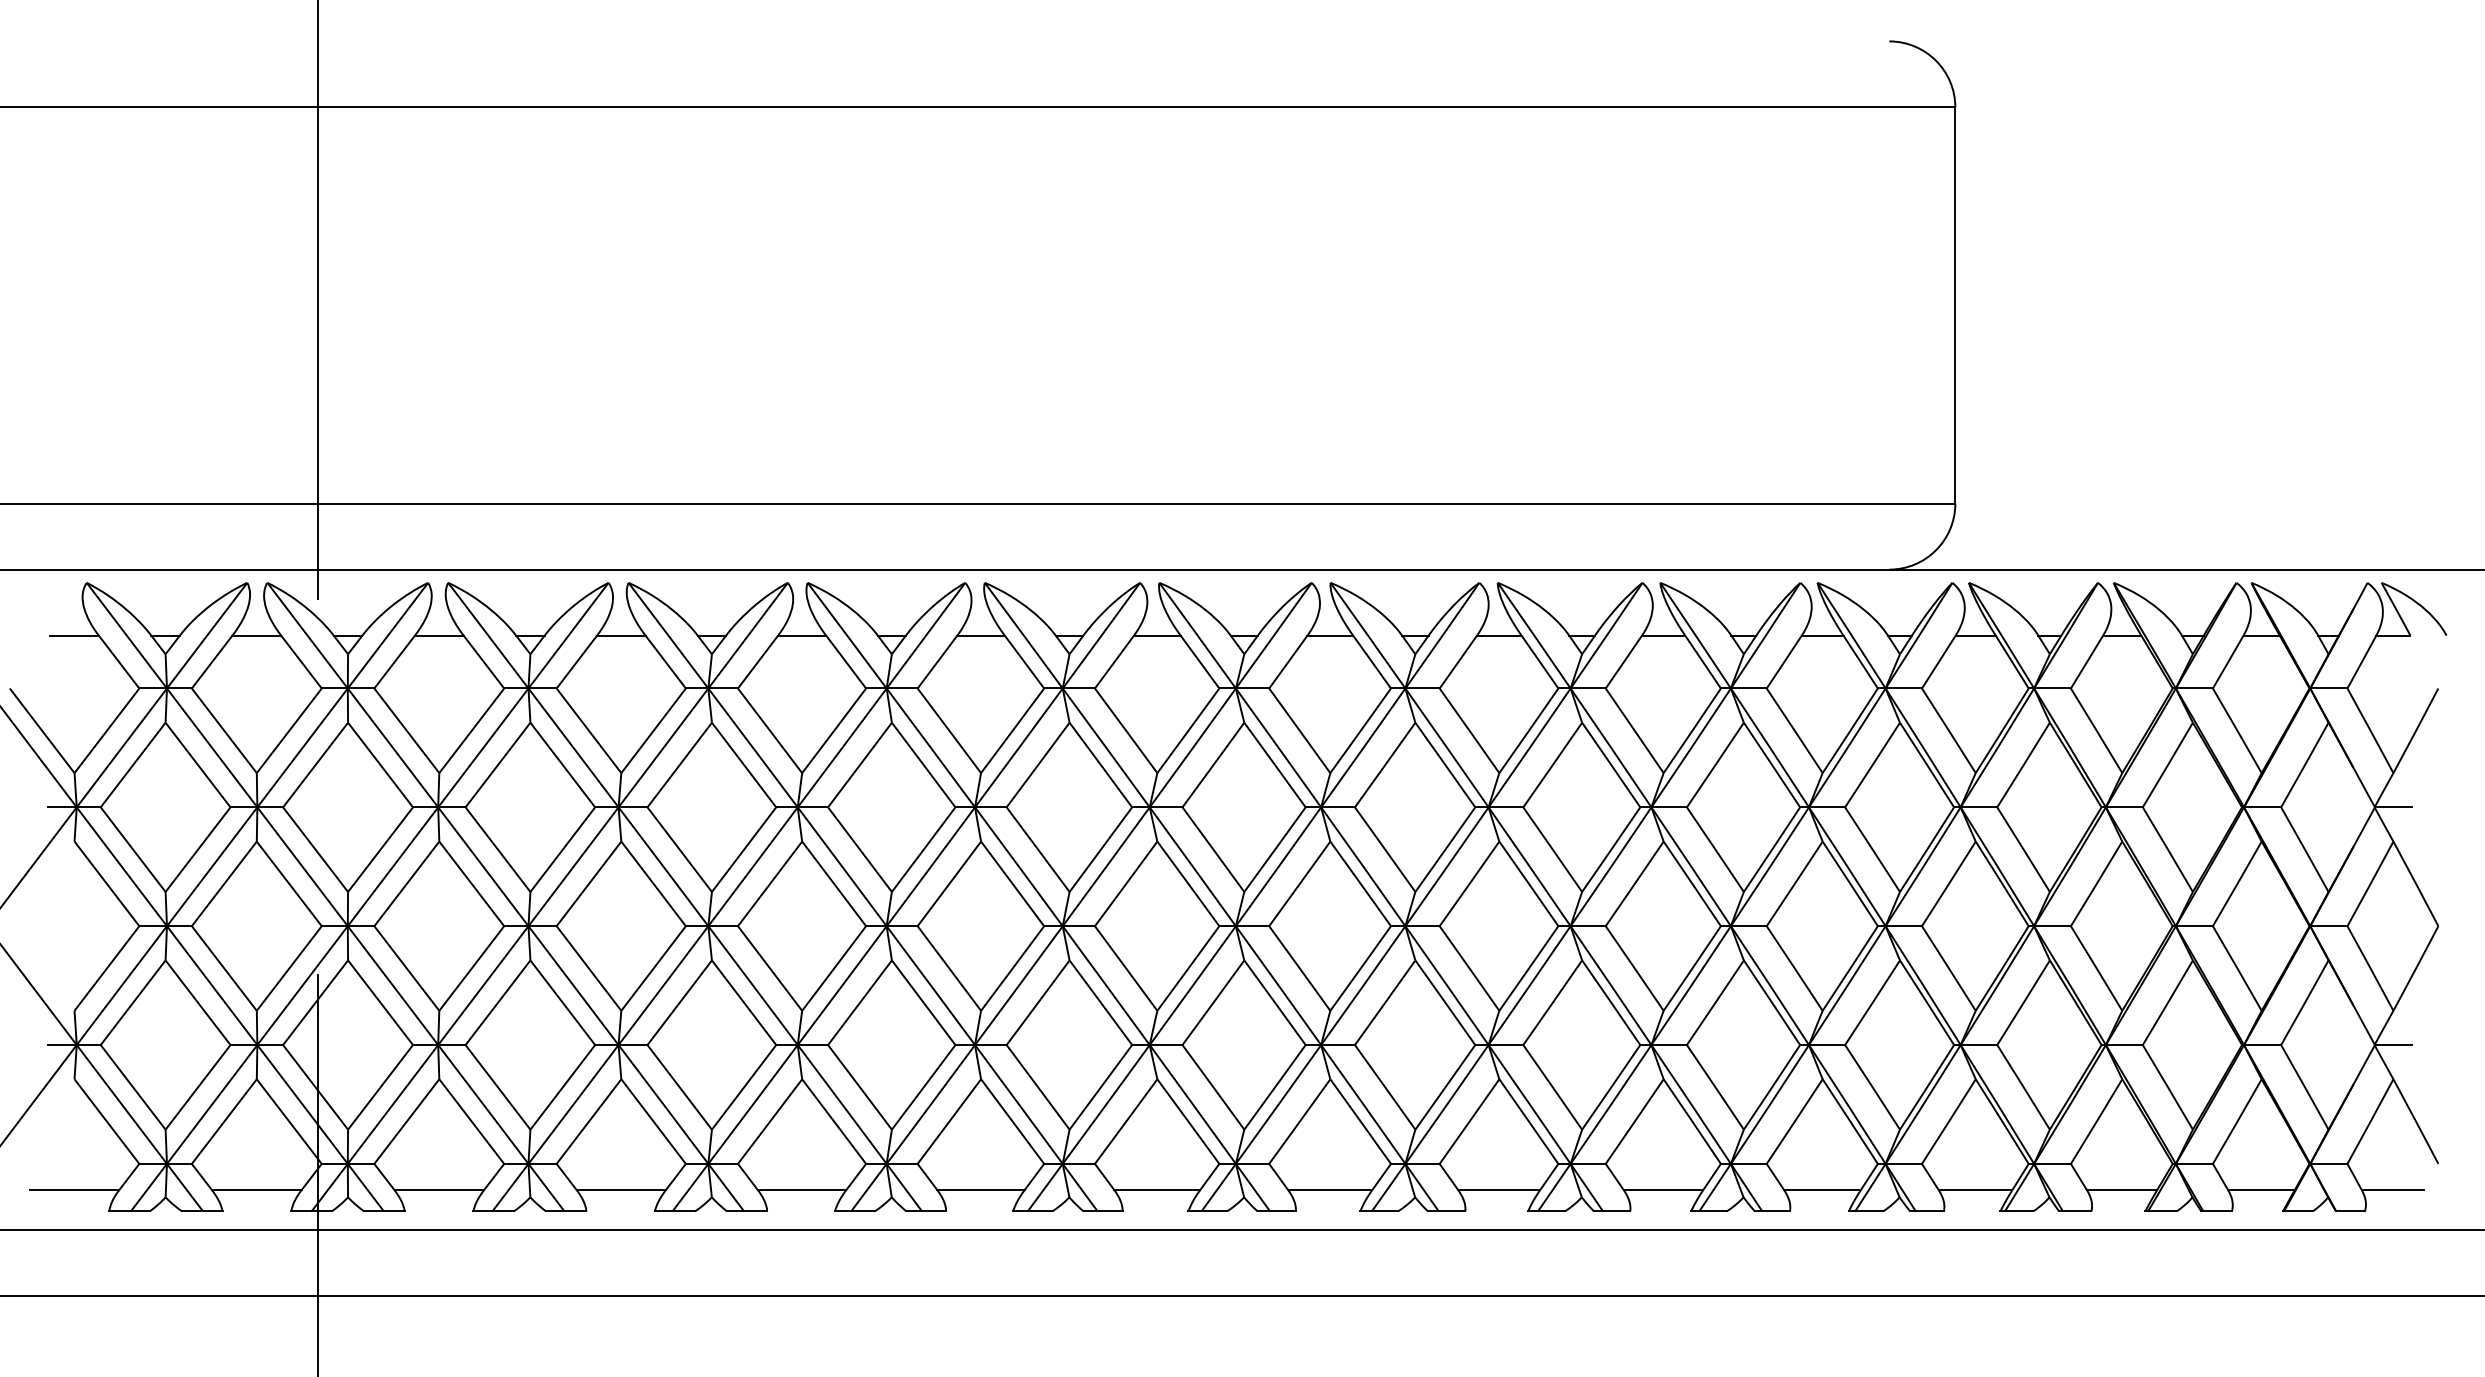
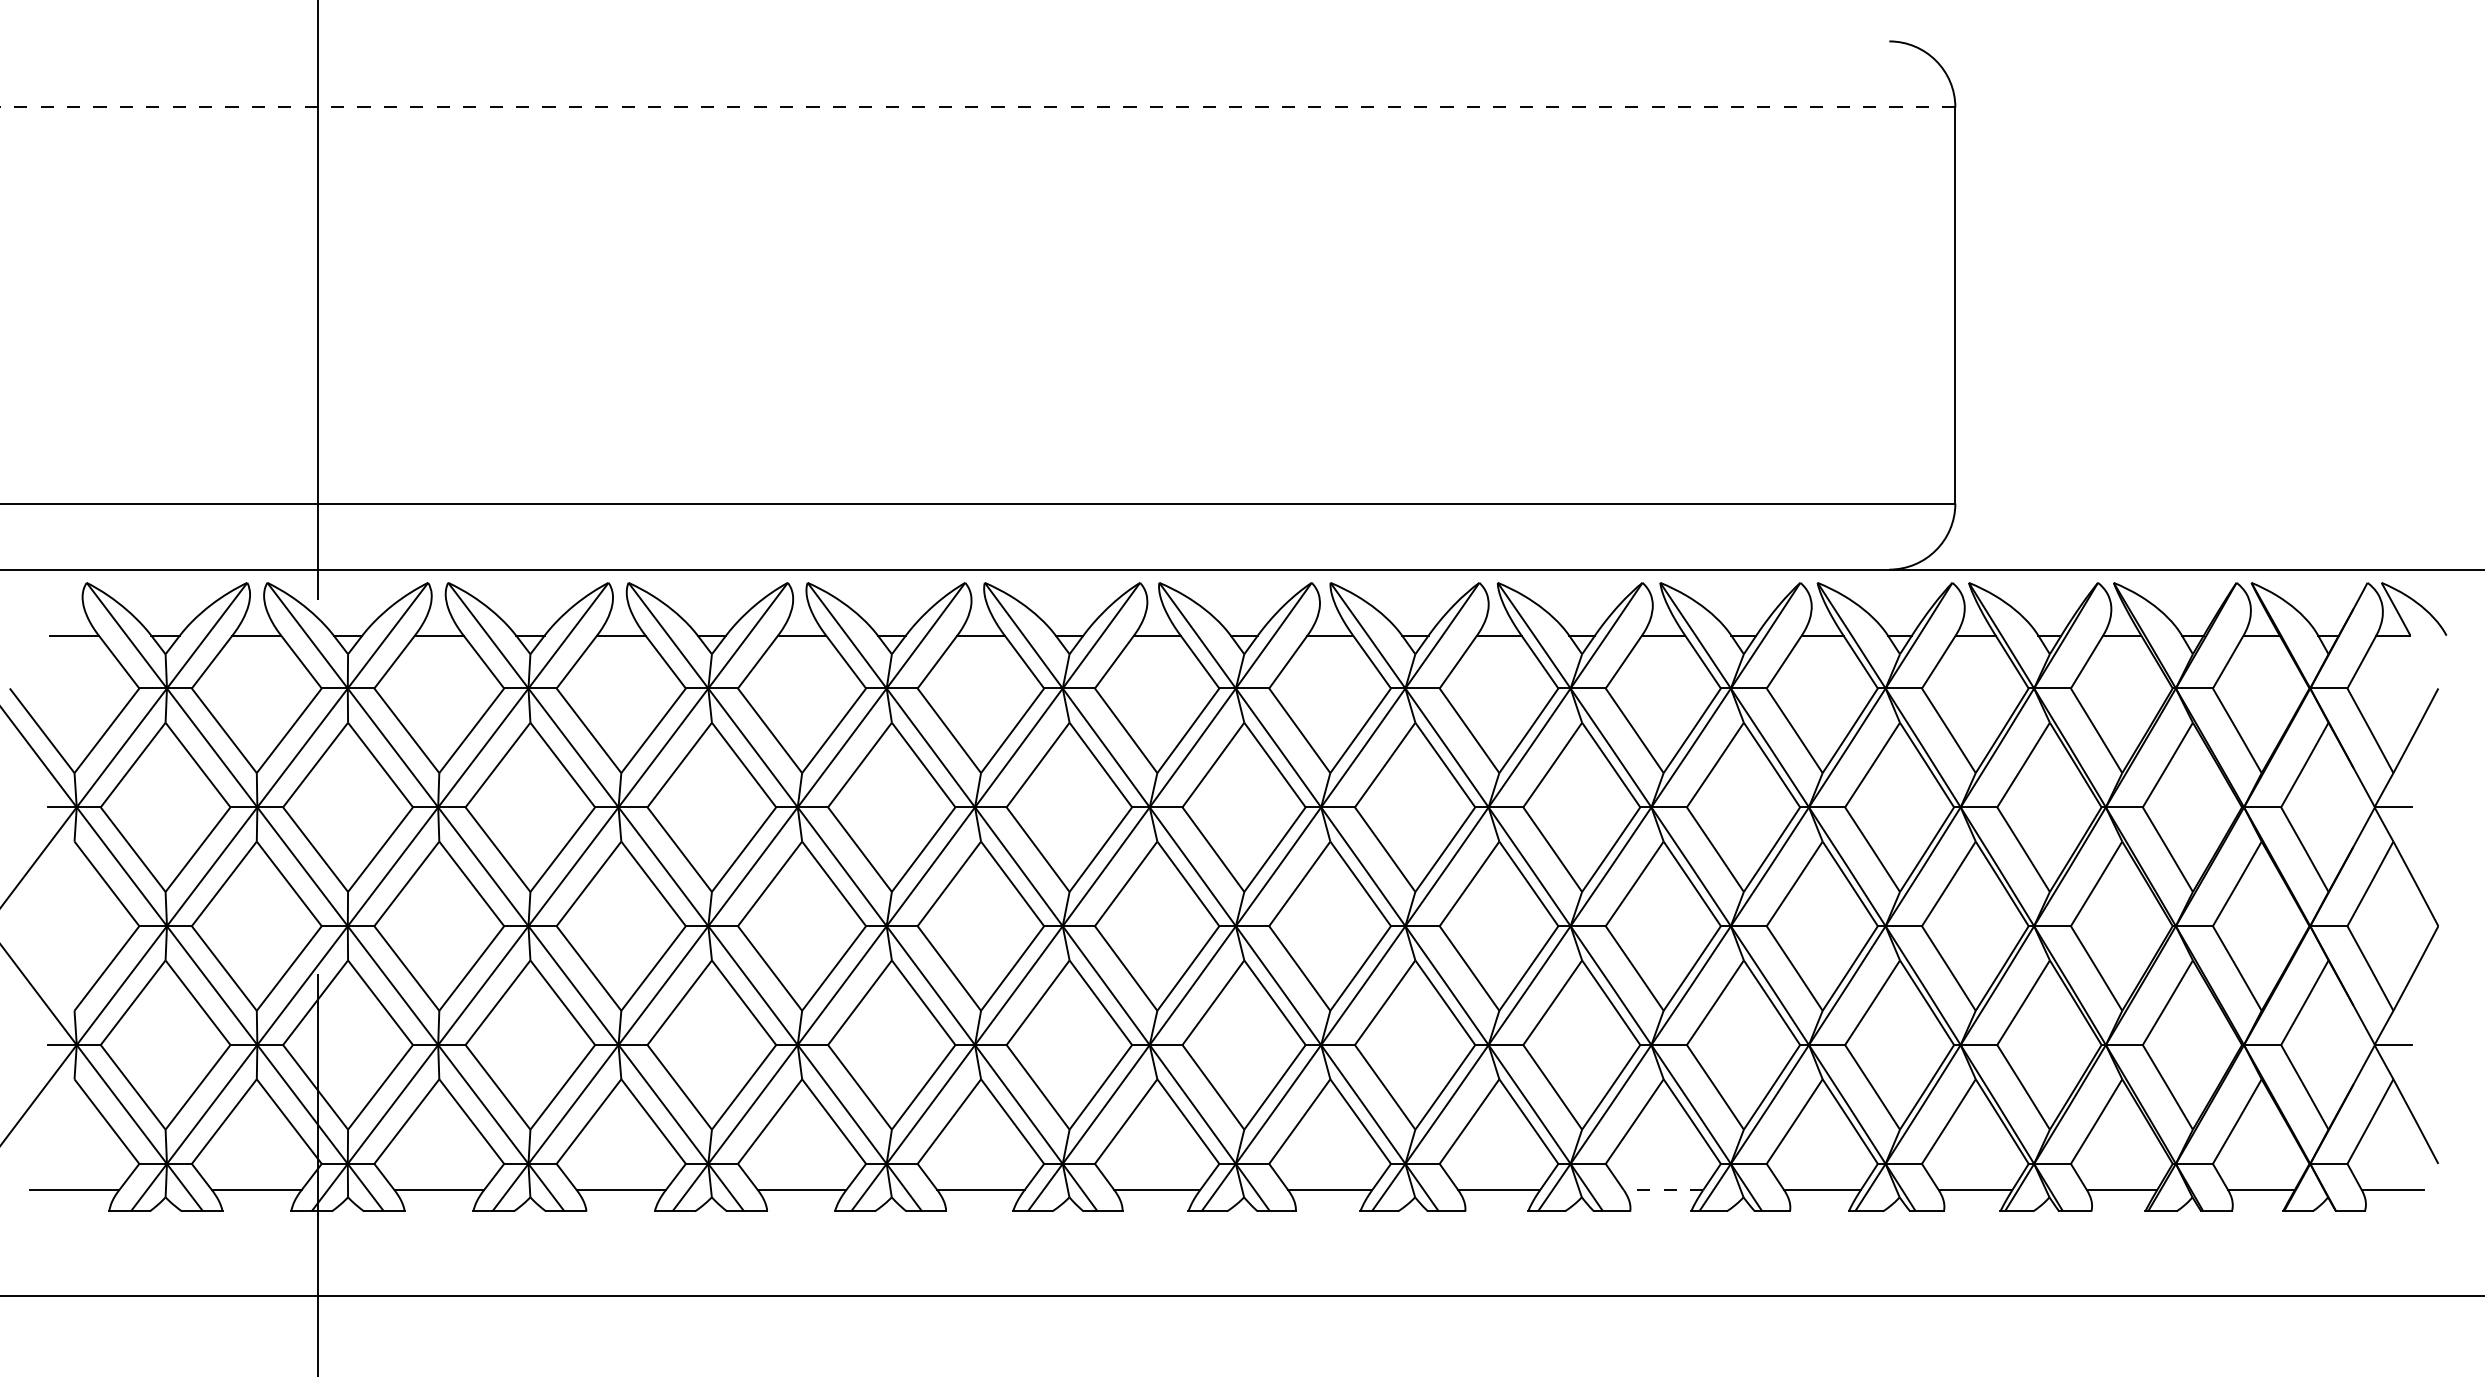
line at (977, 107): solid -> dashed
line at (1663, 1190): solid -> dashed
line at (1241, 1229): present -> none
